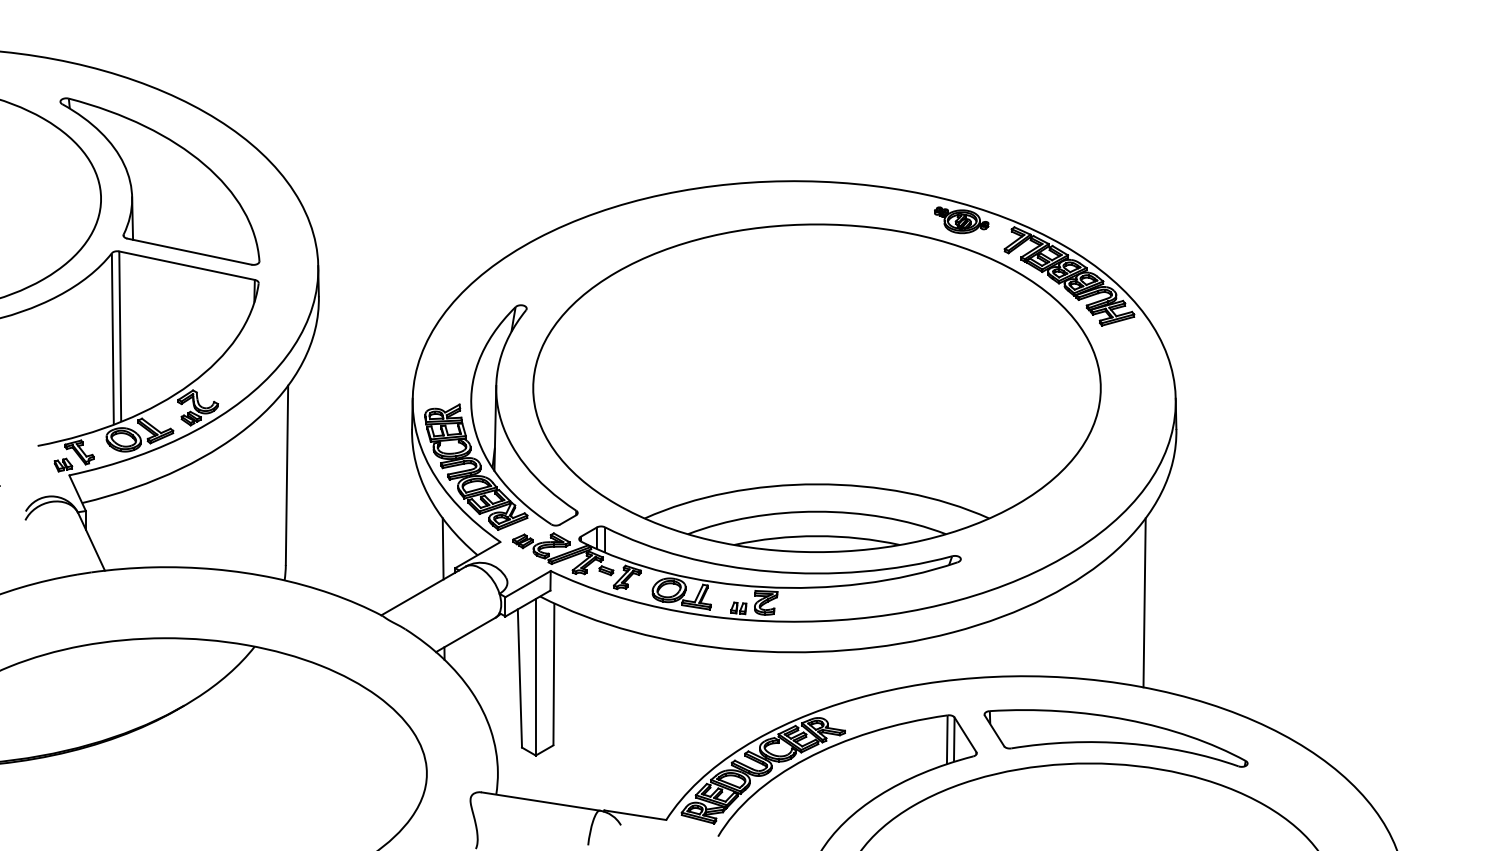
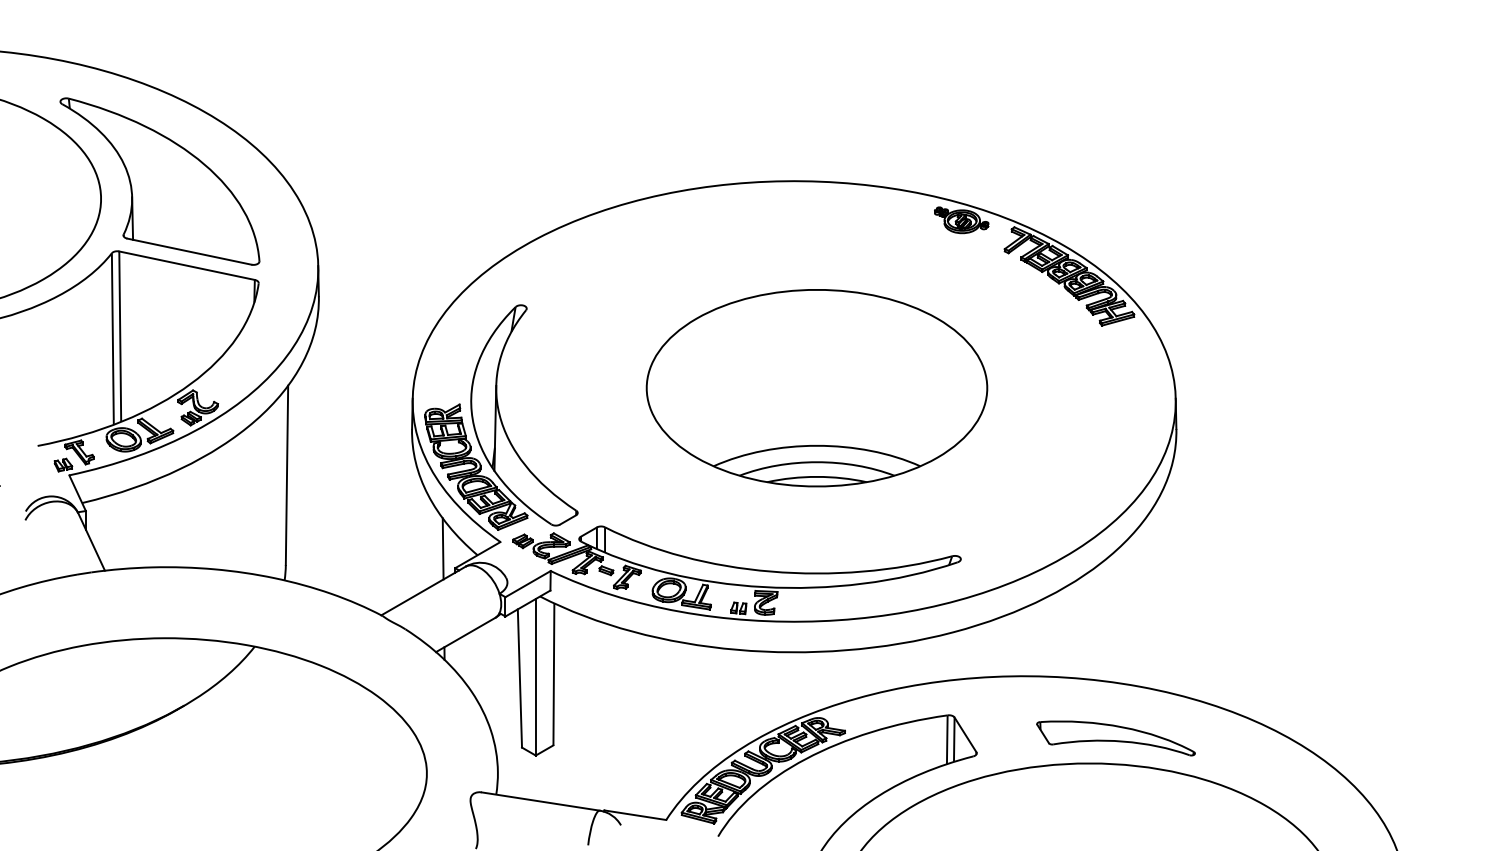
part at (816, 387) size: 570x330 px -> 344x199 px
line at (1144, 602): present -> none
part at (1115, 738) size: 266x59 px -> 160x37 px
